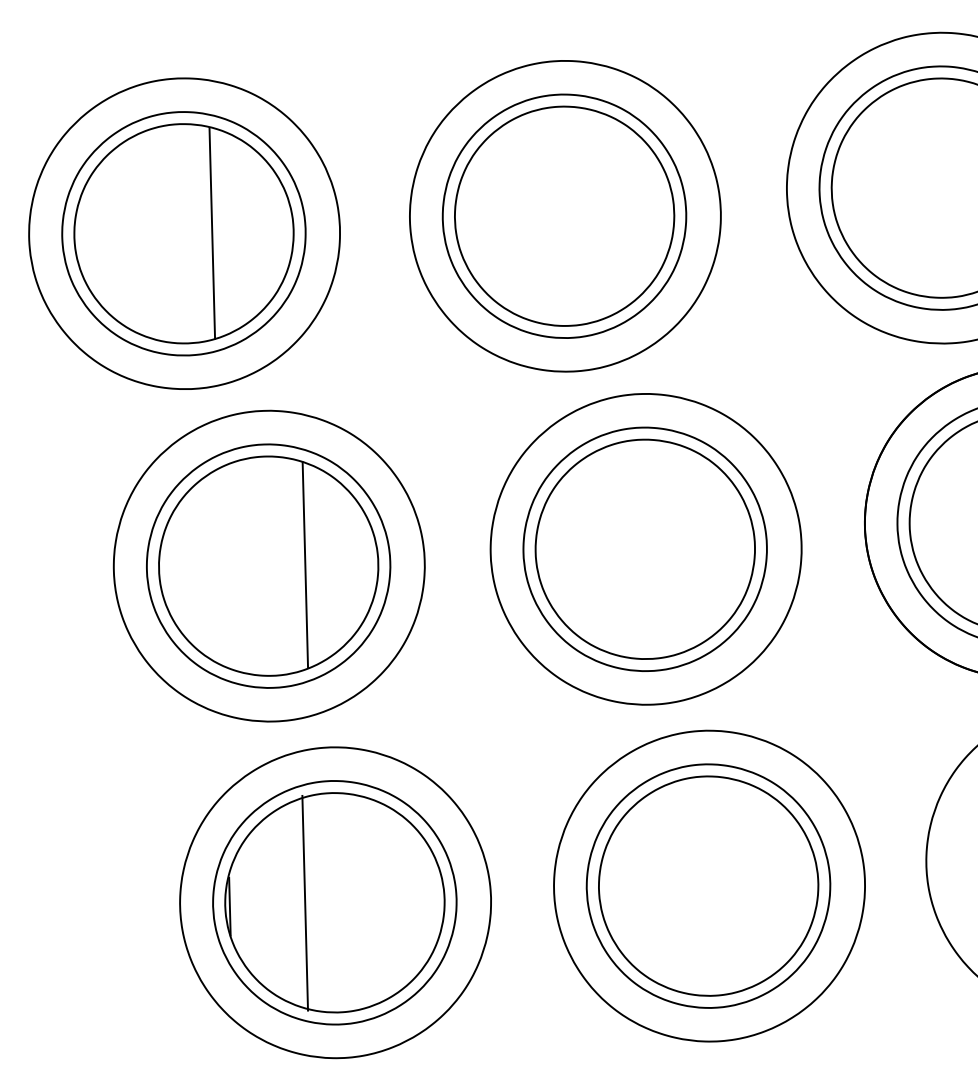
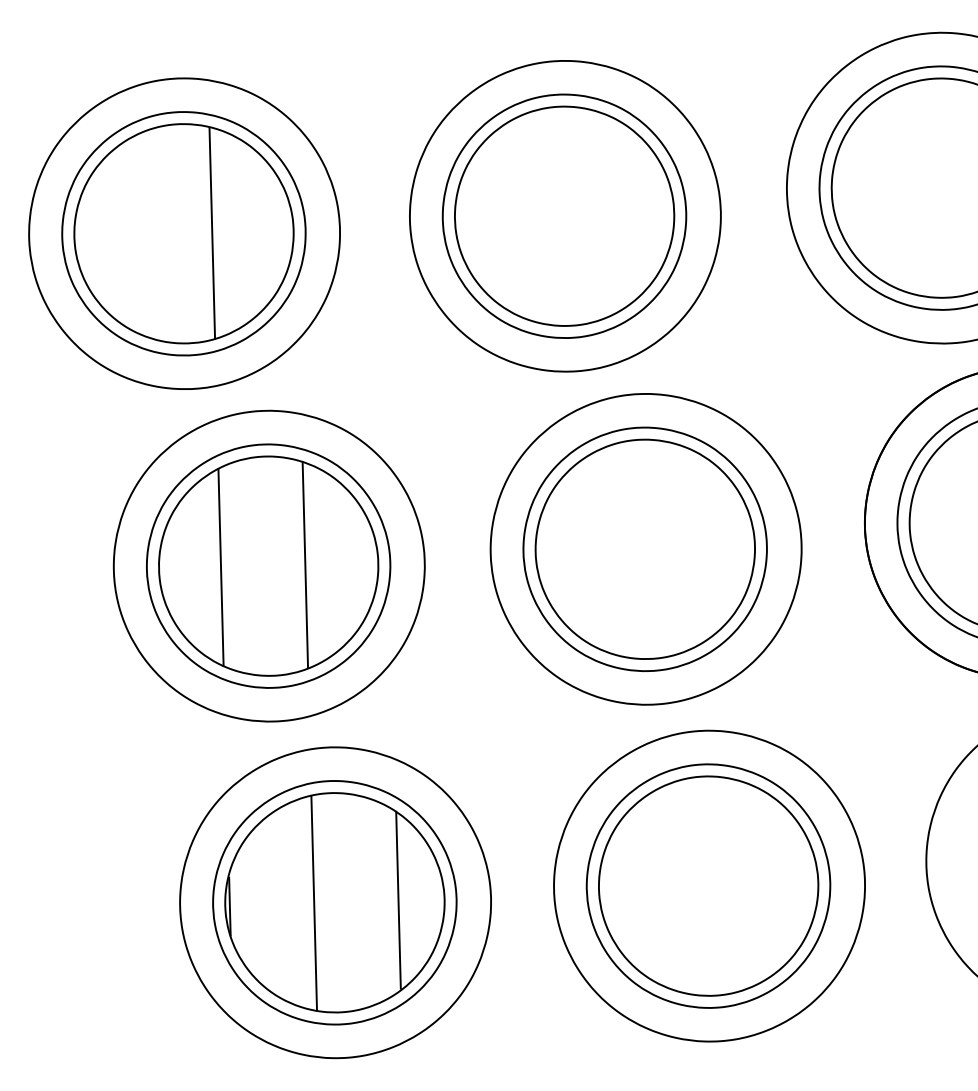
line at (220, 567): none -> present
line at (398, 899): none -> present
line at (305, 902) position: (305, 902) -> (314, 902)
